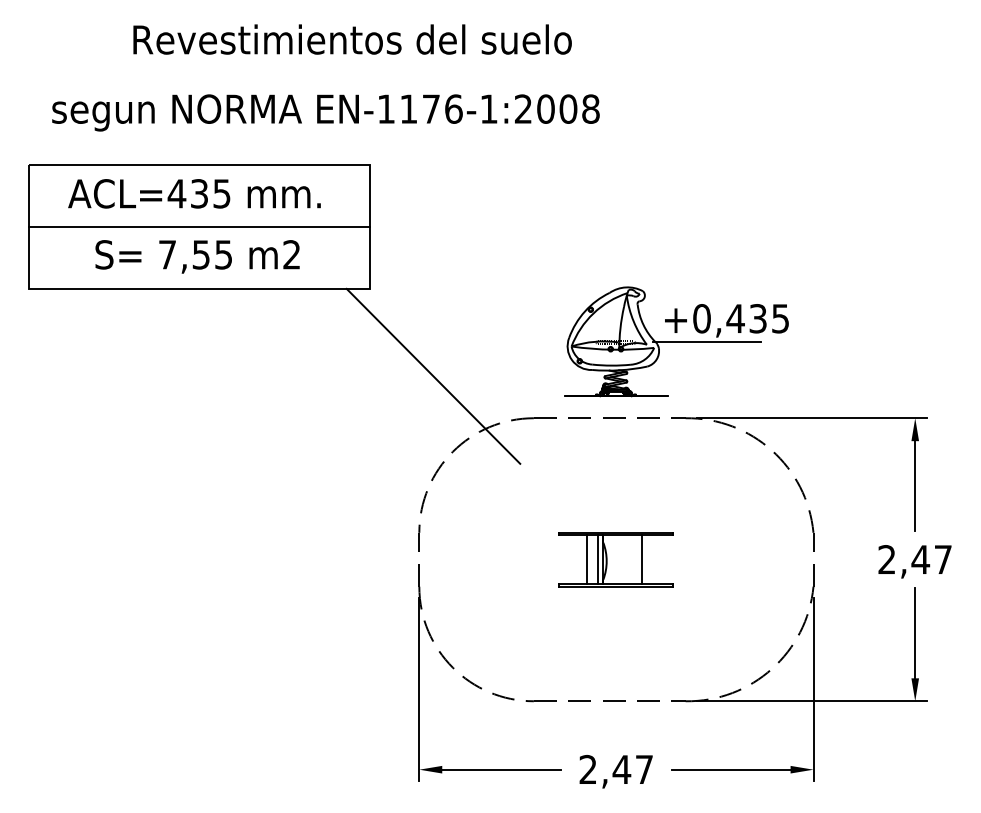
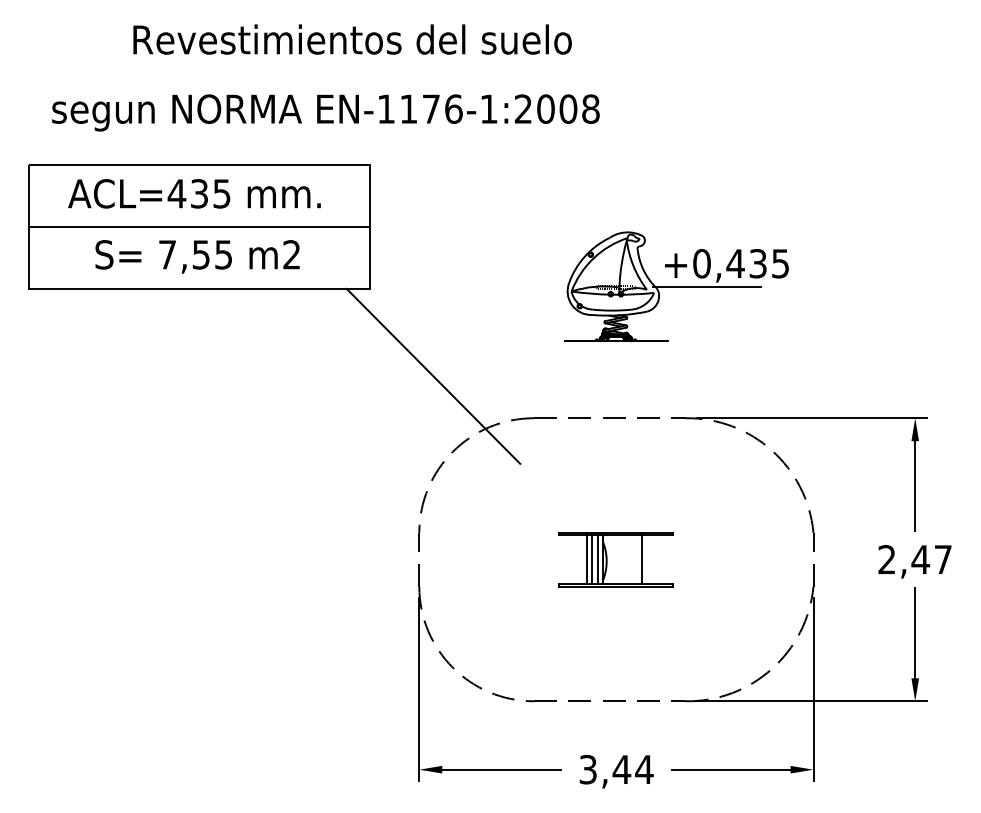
part at (676, 341) position: (676, 341) -> (676, 286)
line at (591, 559): none -> present
text at (616, 769): 2,47 -> 3,44
